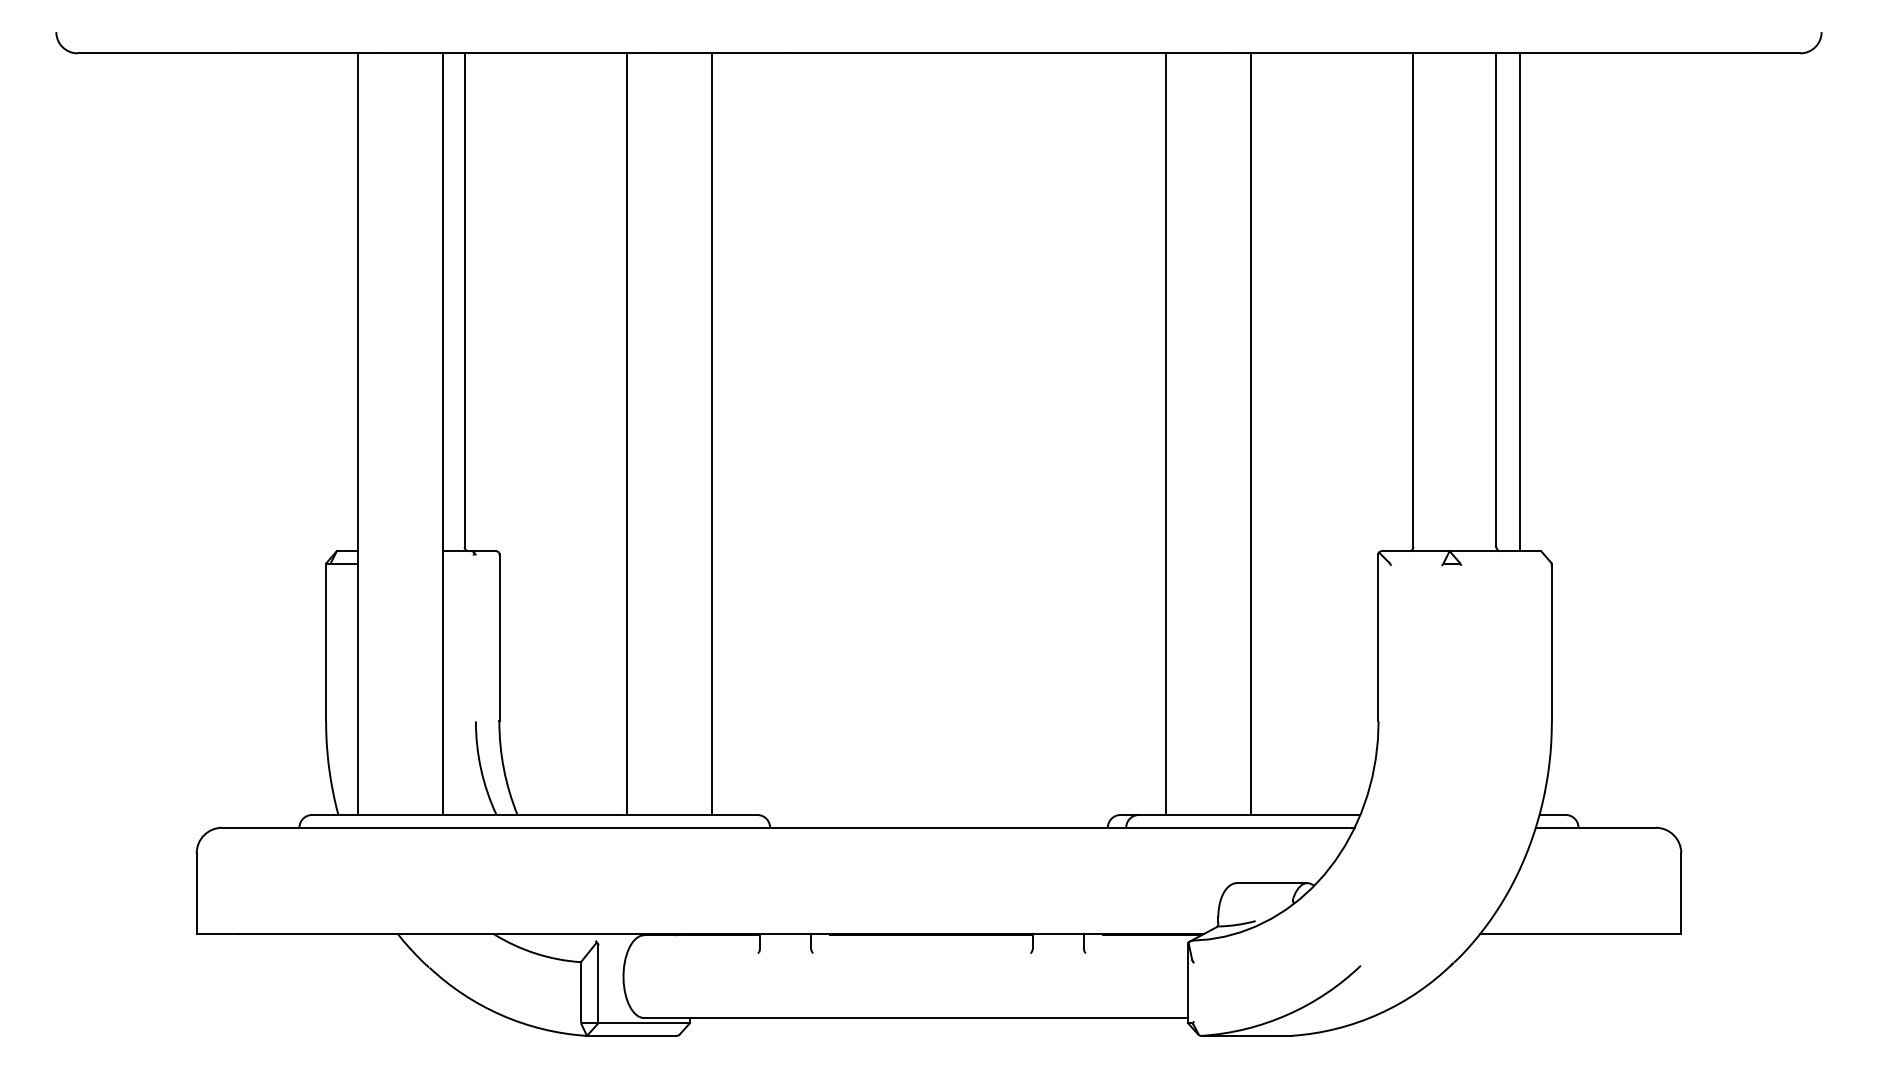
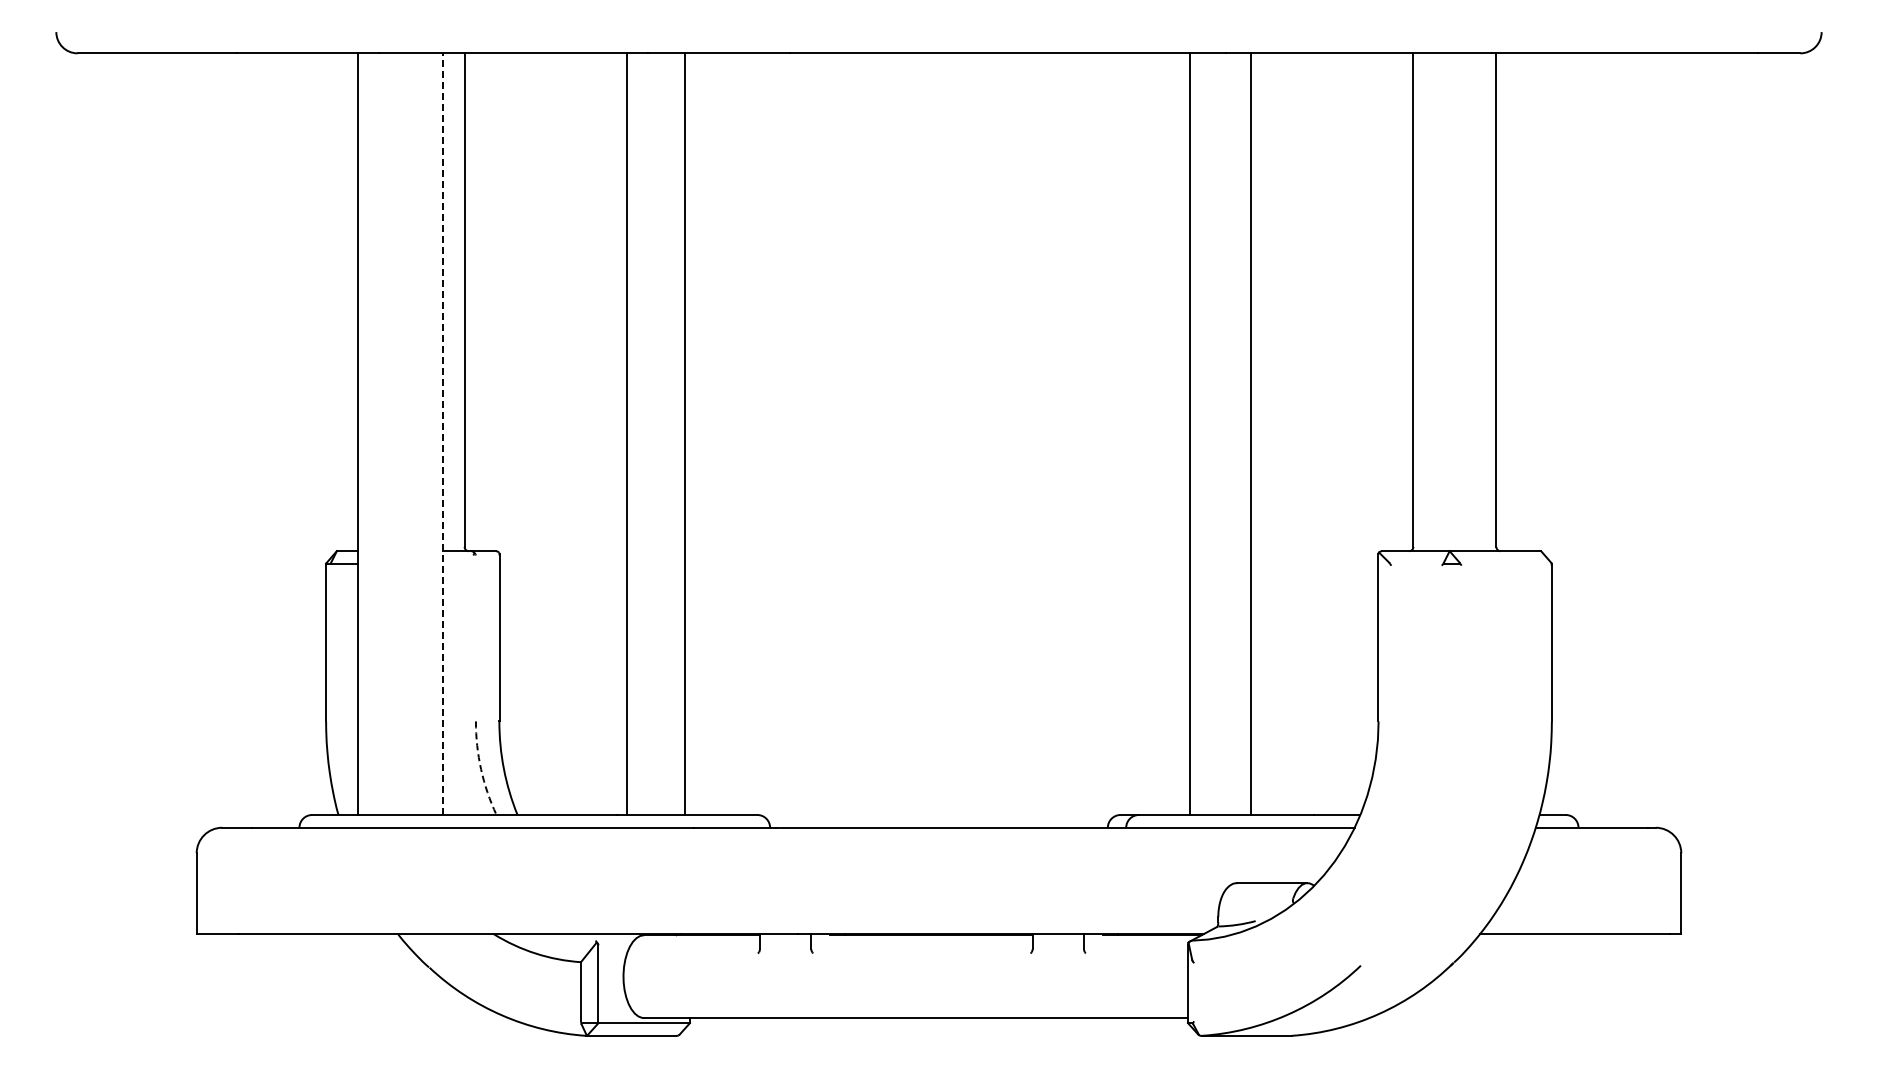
line at (1520, 302): present -> none
line at (711, 433) position: (711, 433) -> (684, 433)
line at (1166, 433) position: (1166, 433) -> (1190, 433)
line at (442, 434): solid -> dashed
arc at (481, 769): solid -> dashed
